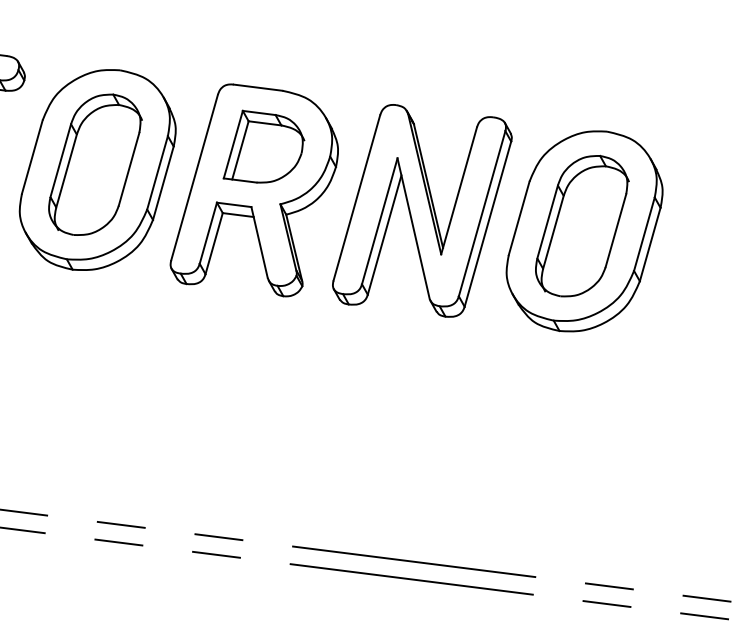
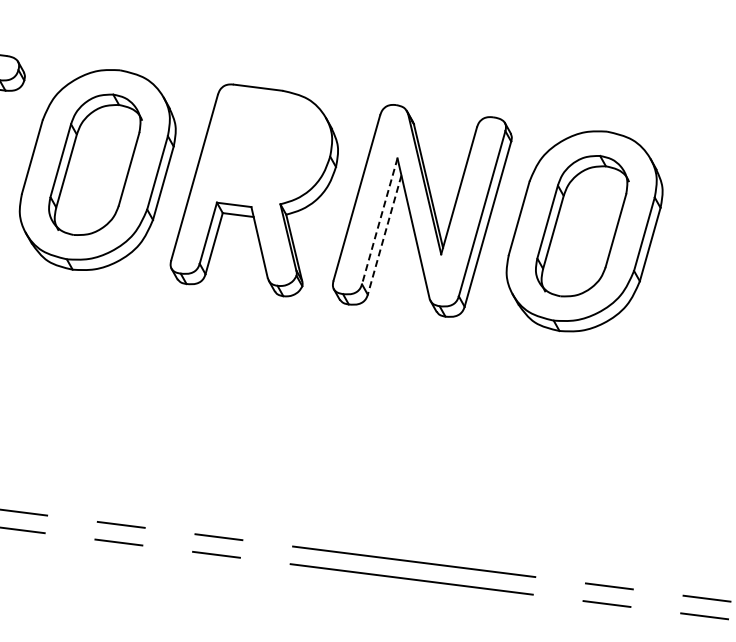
part at (263, 146): present -> none
line at (379, 221): solid -> dashed
line at (384, 235): solid -> dashed
